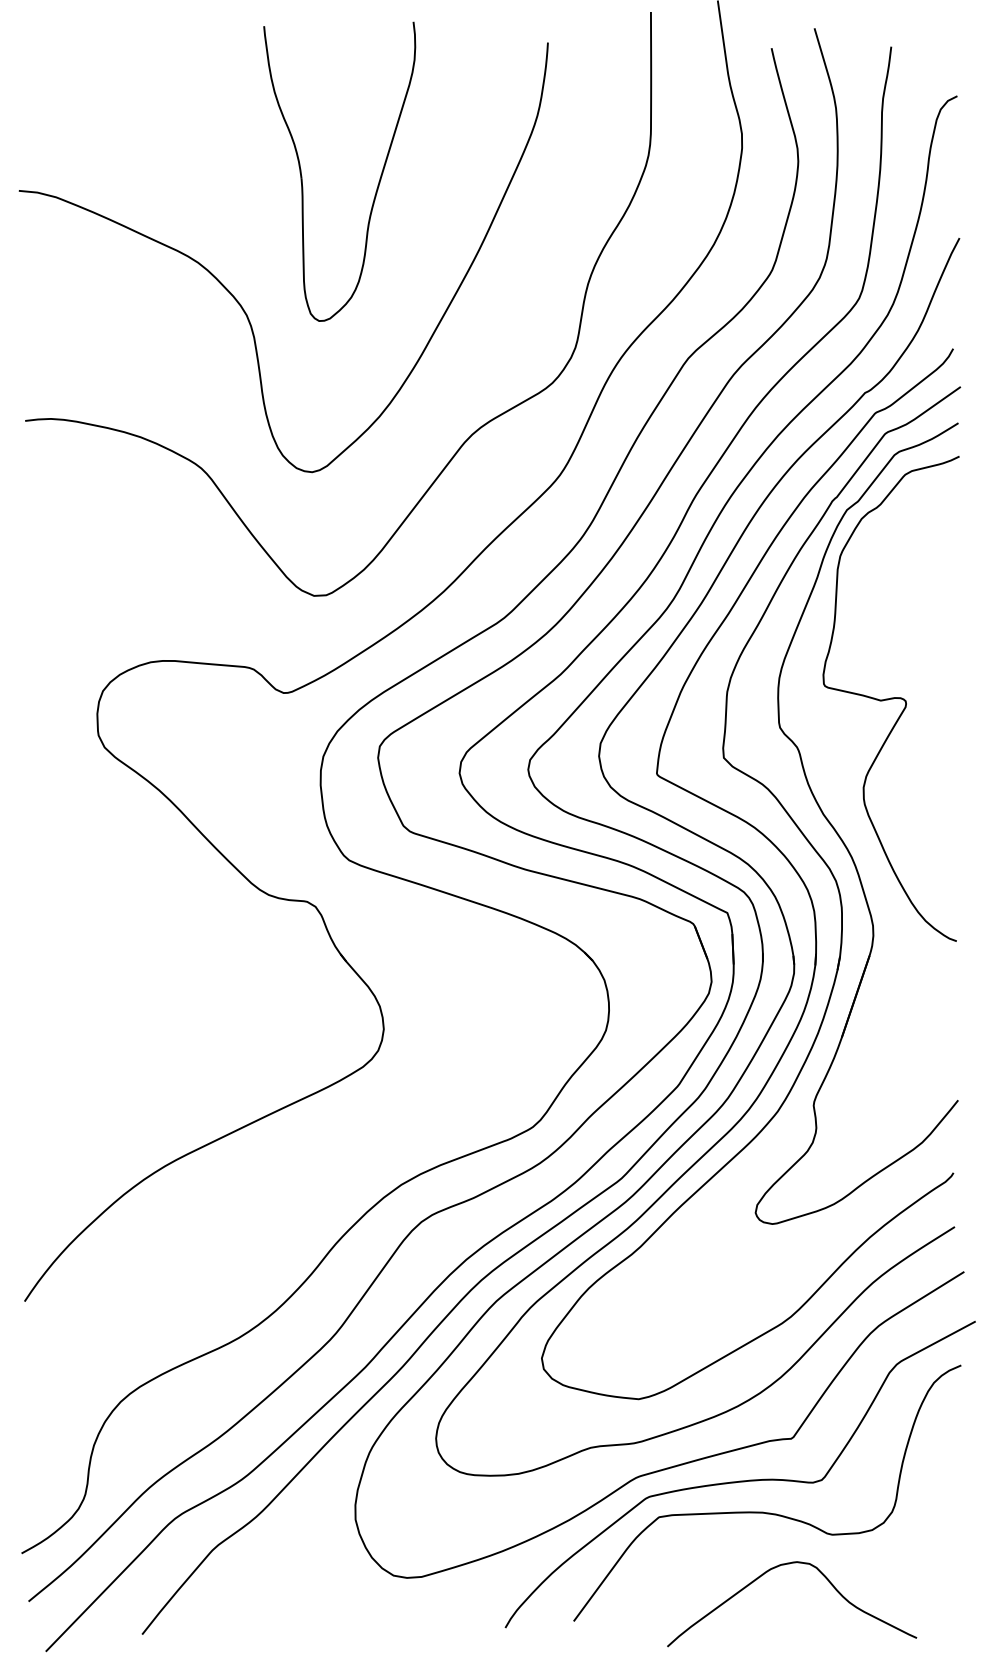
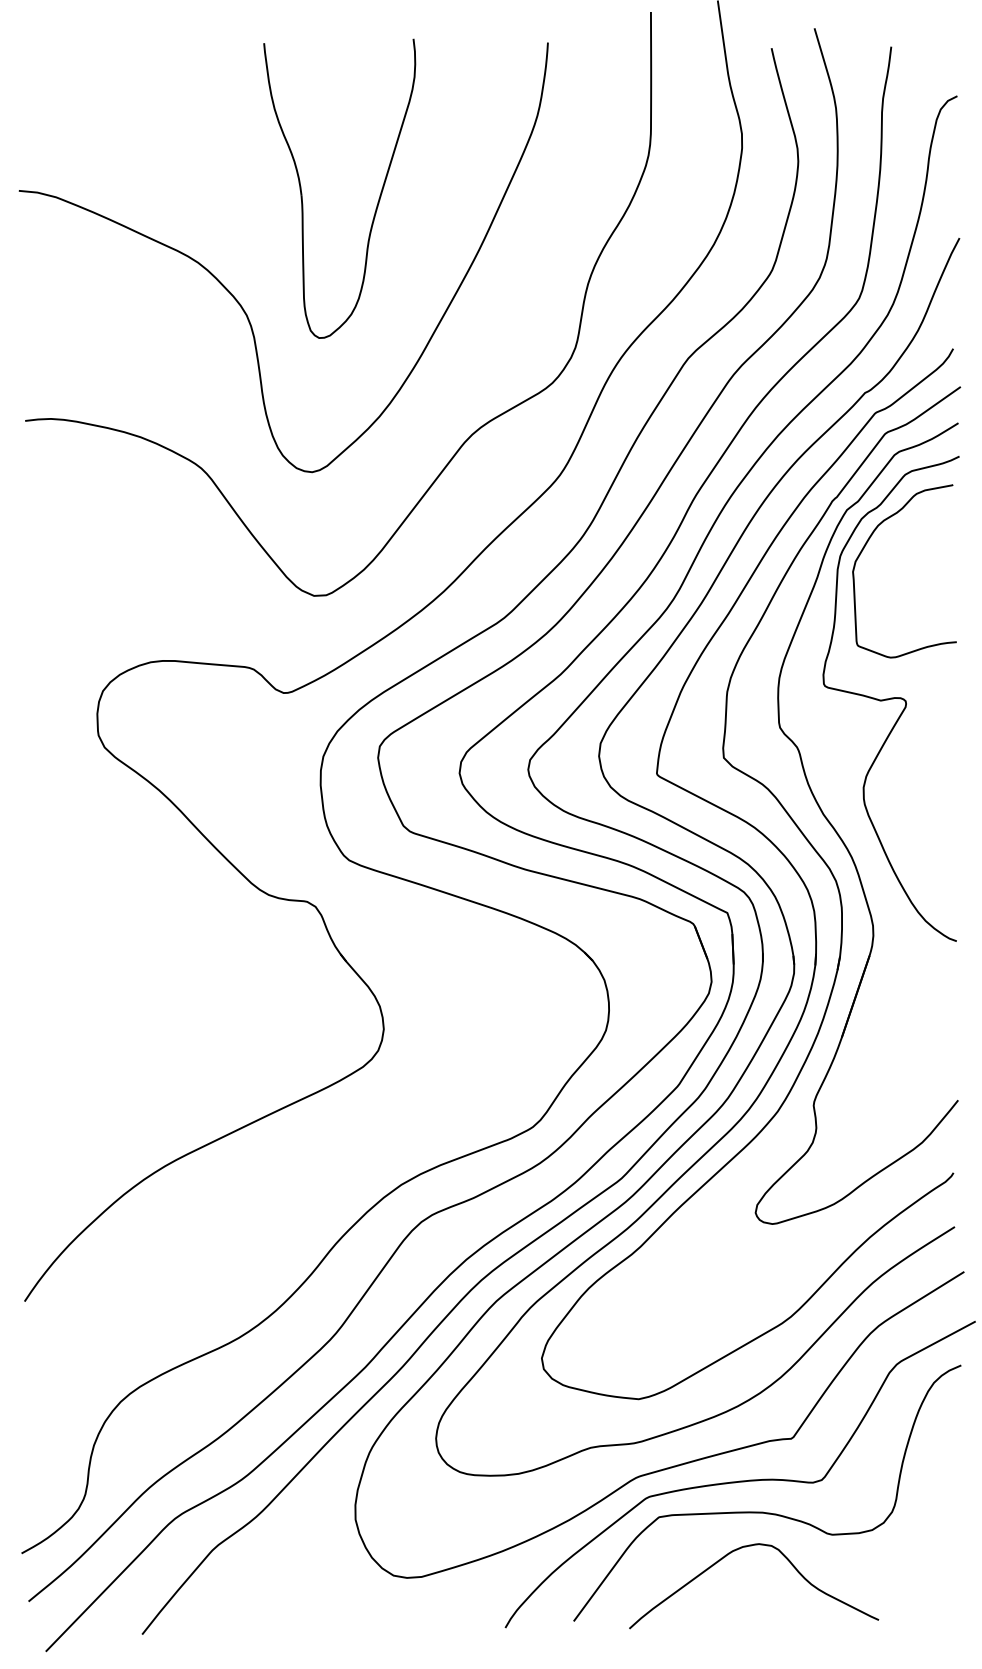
part at (302, 176) position: (302, 176) -> (302, 193)
curve at (866, 545): none -> present
curve at (784, 1565) position: (784, 1565) -> (746, 1547)
